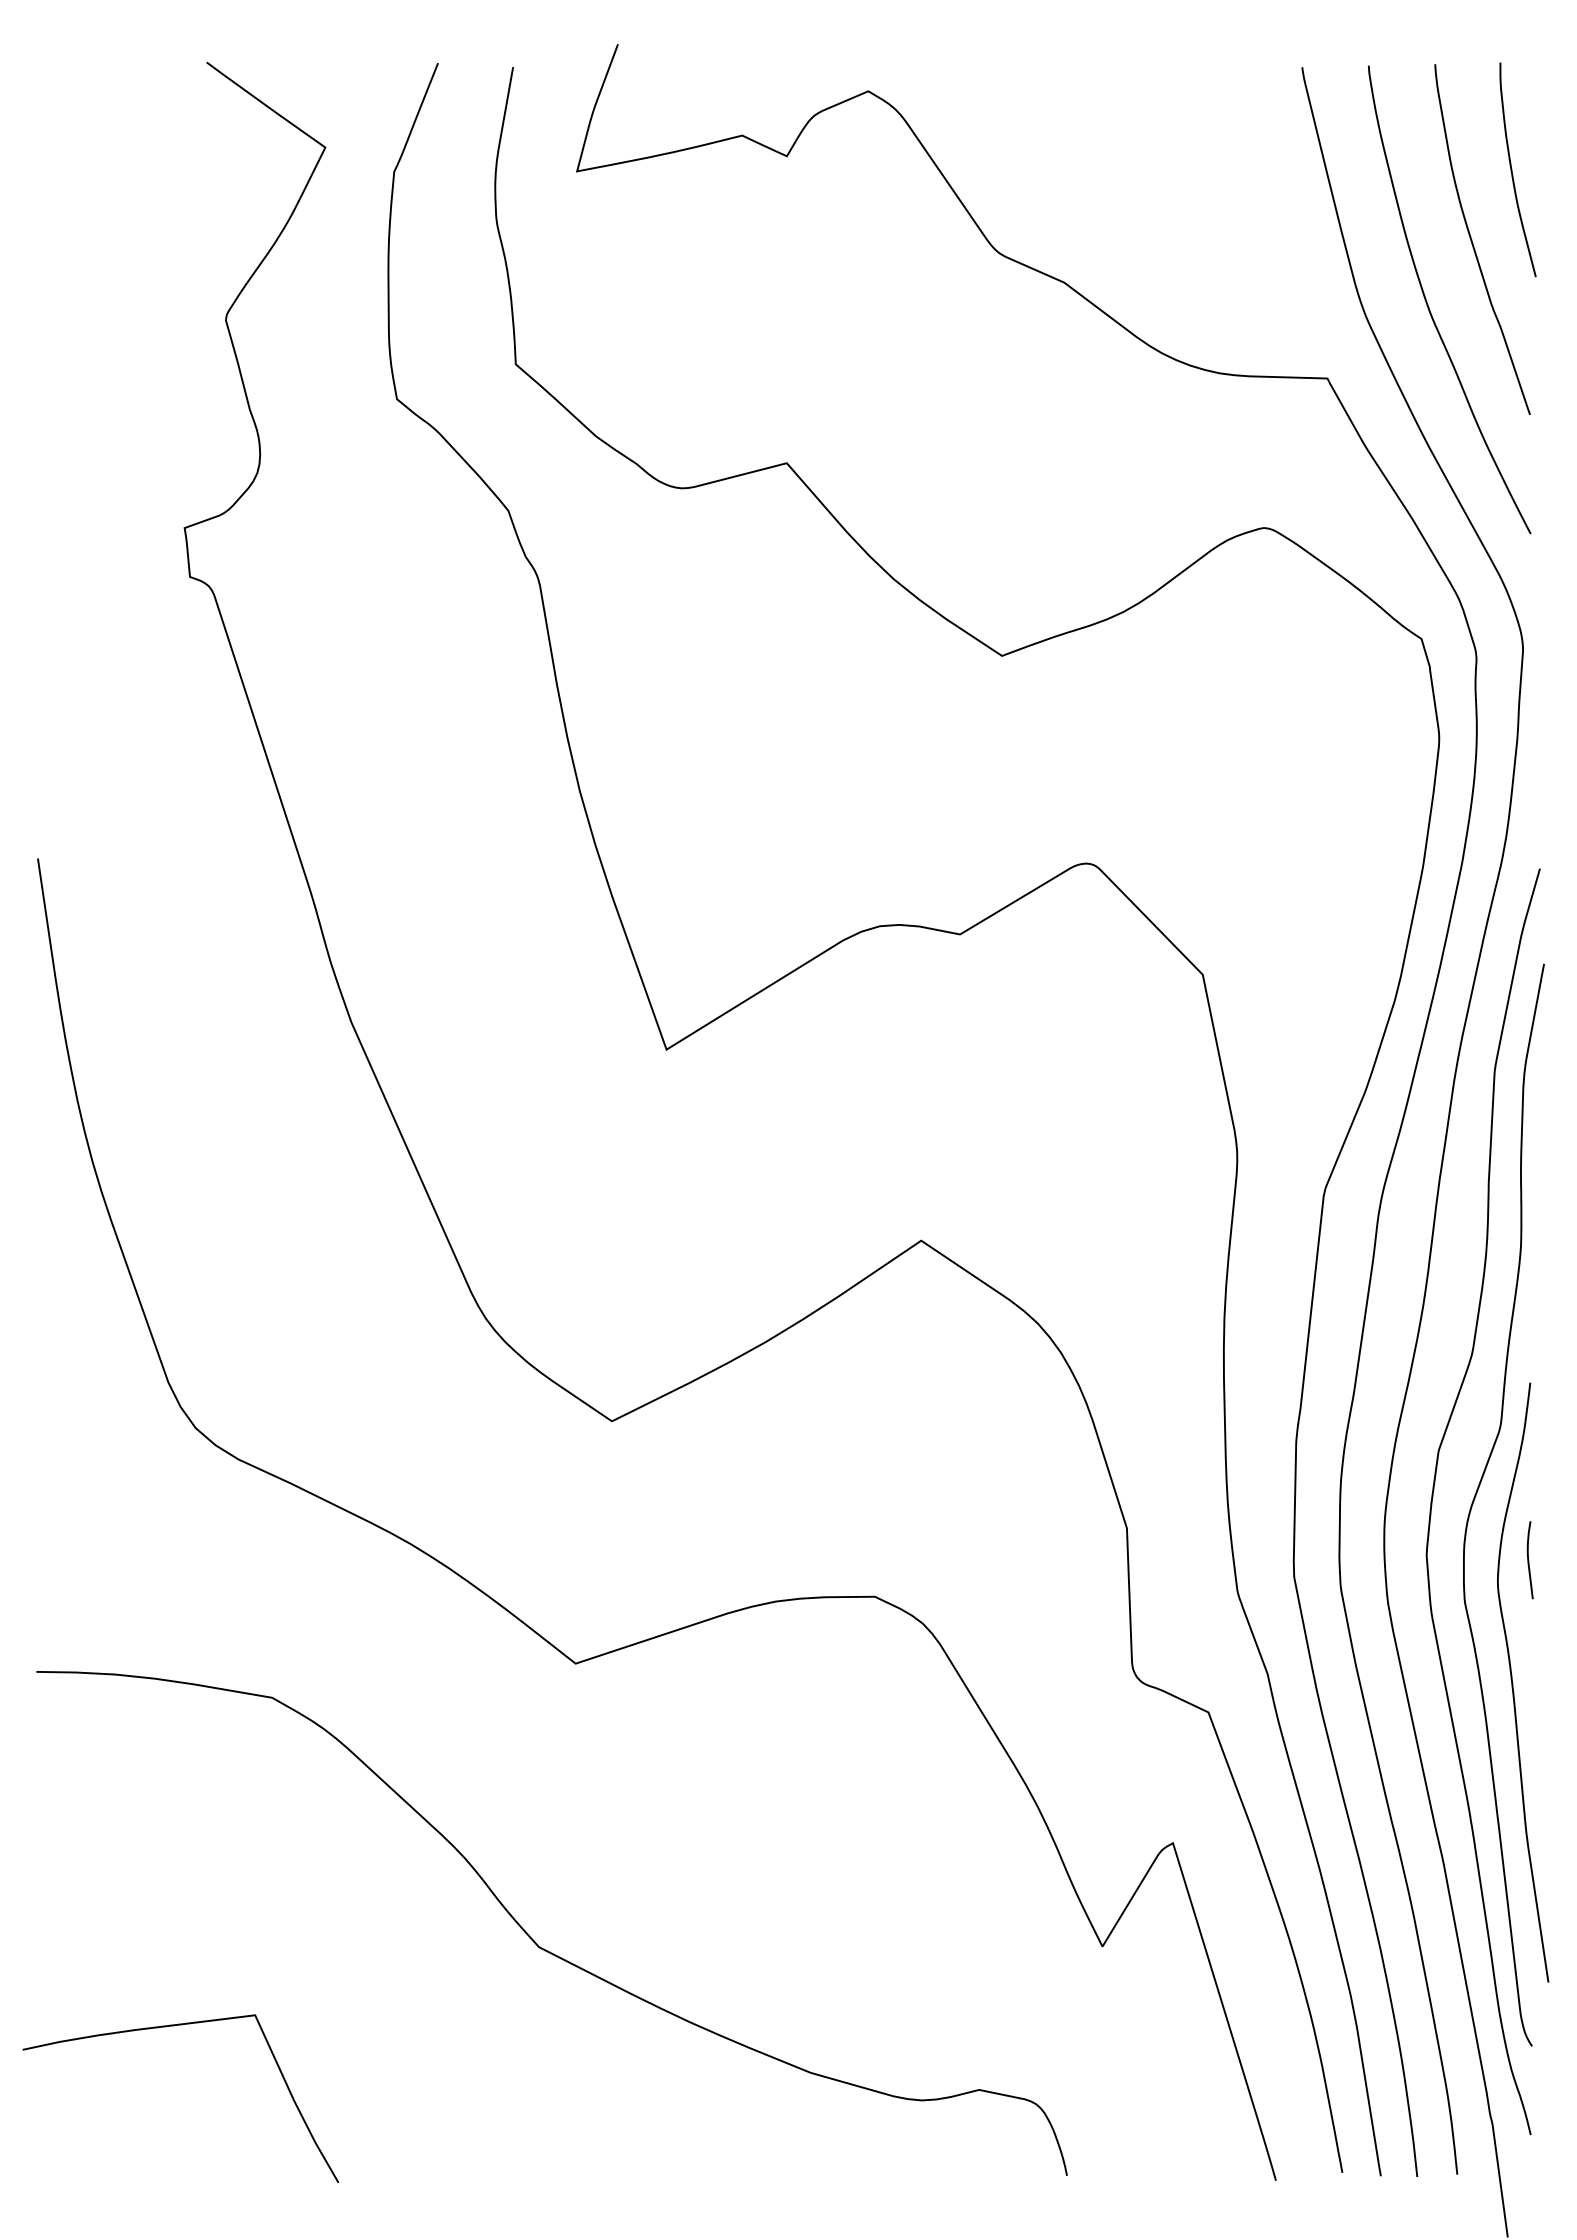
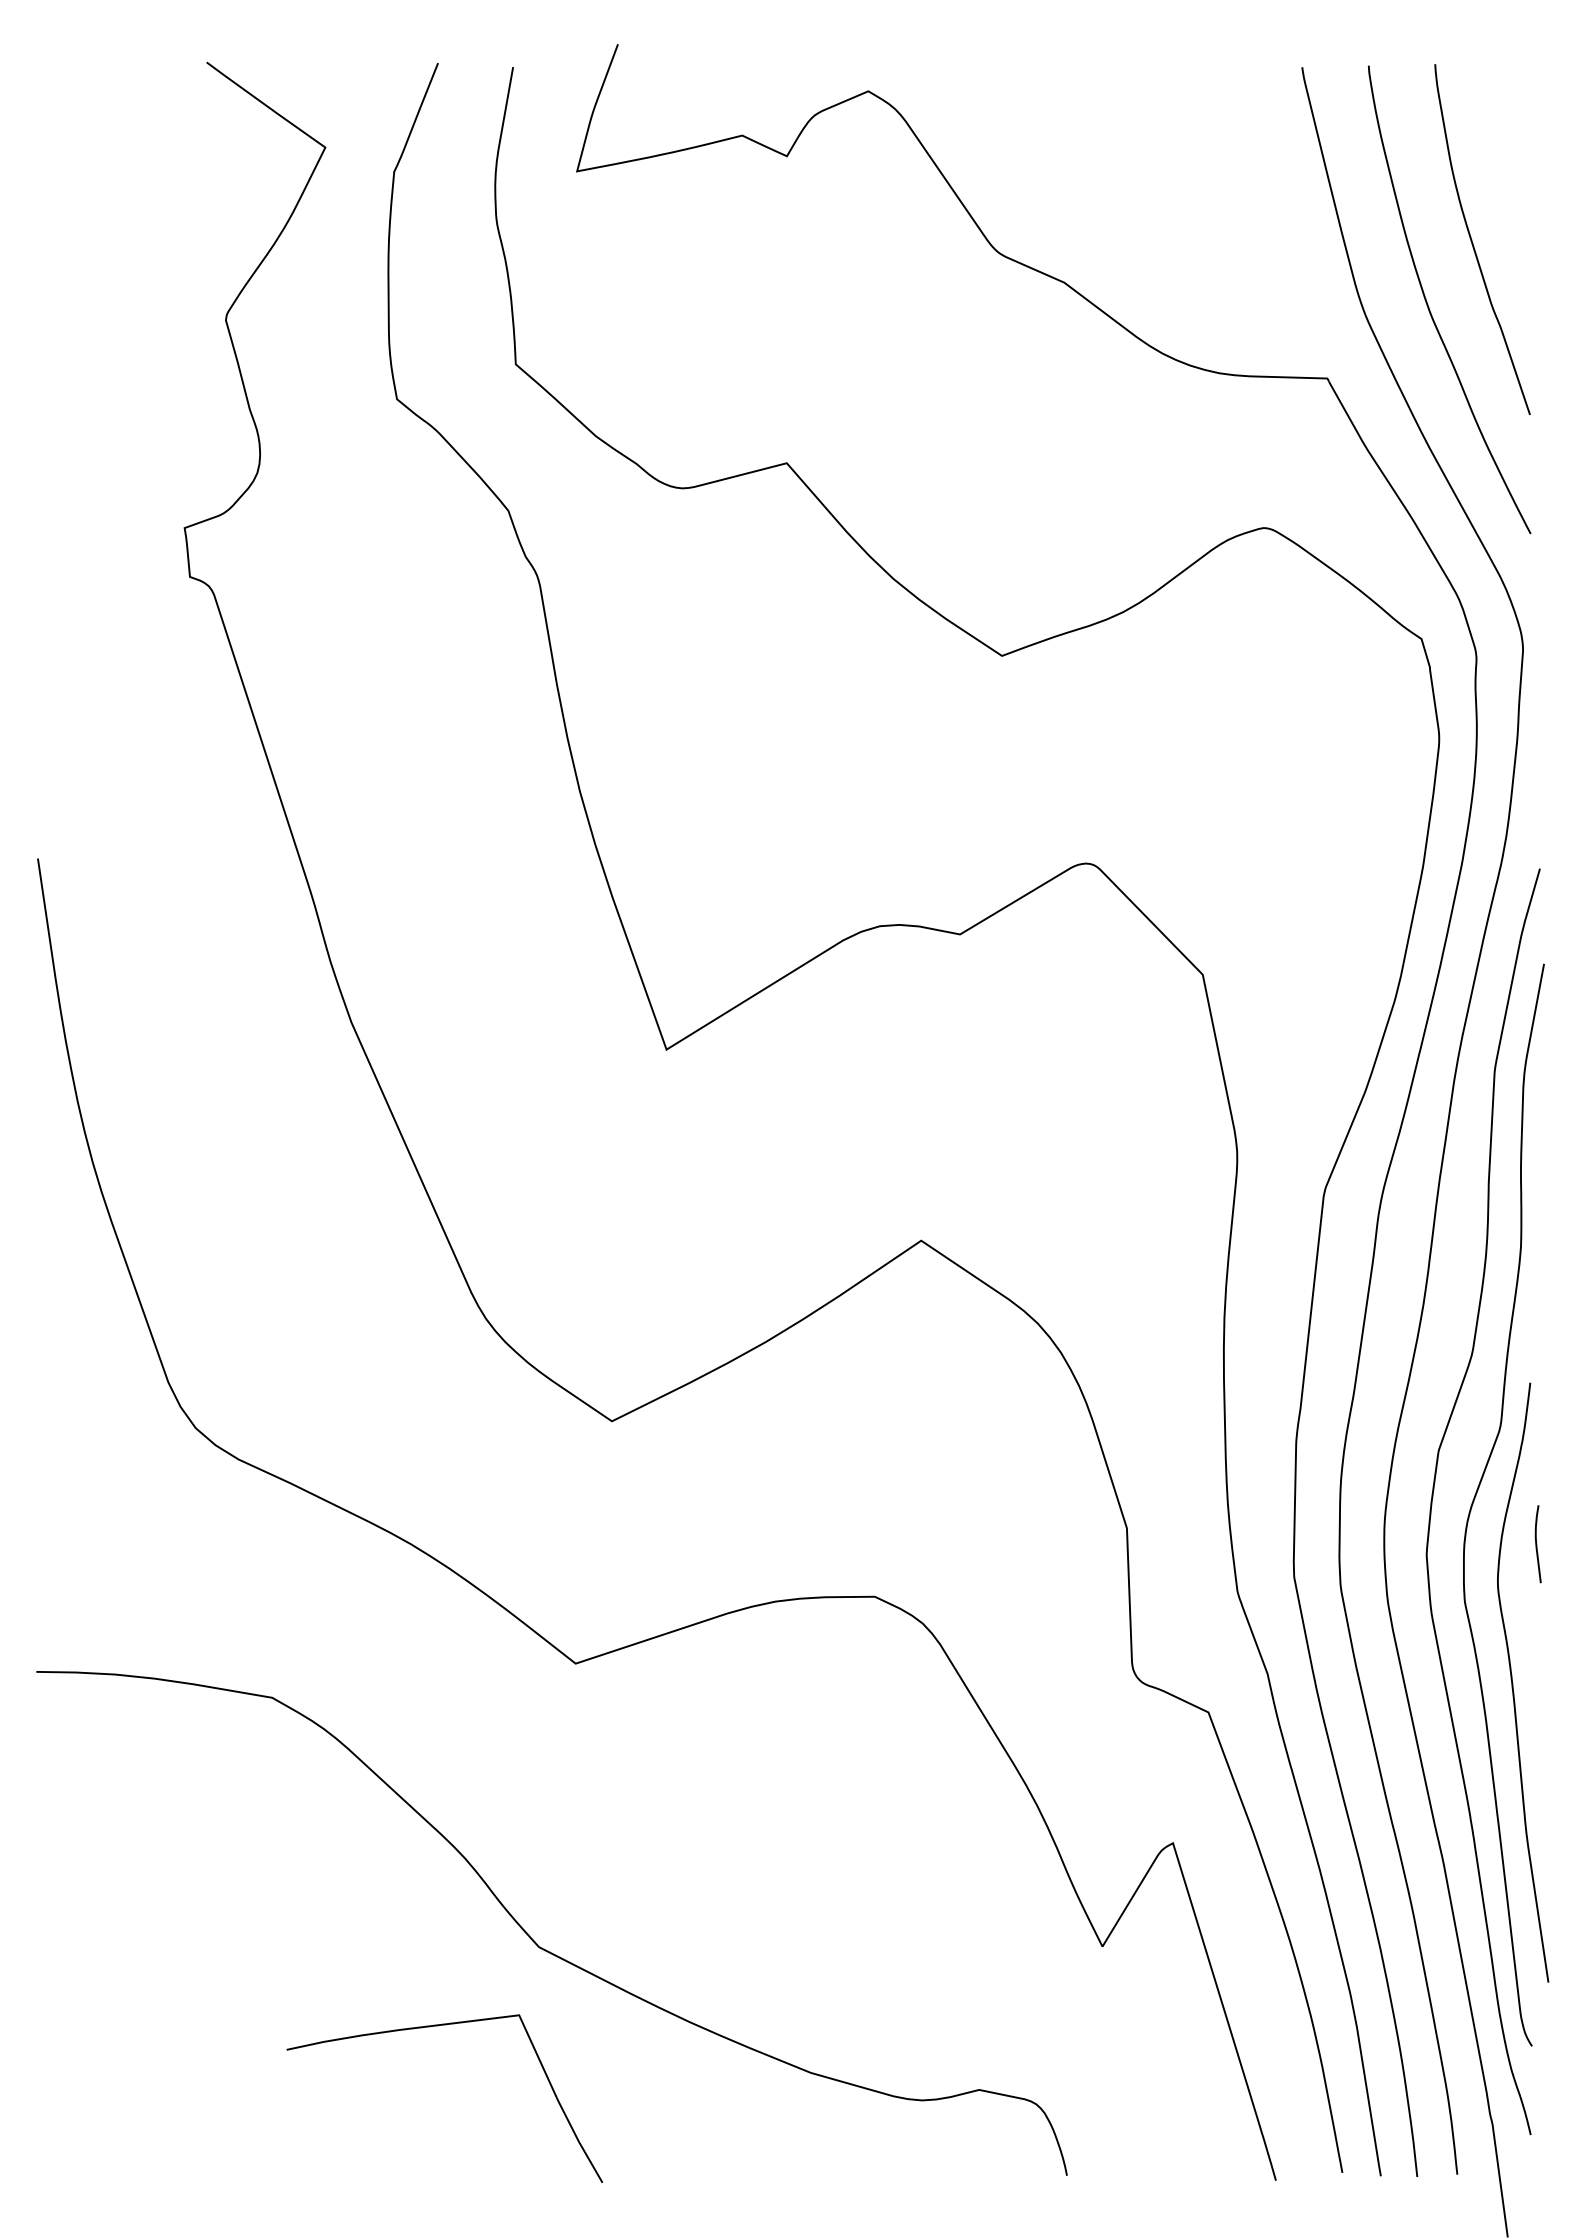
curve at (1512, 169): present -> none
curve at (1529, 1560) position: (1529, 1560) -> (1537, 1544)
curve at (174, 2026) position: (174, 2026) -> (438, 2026)
